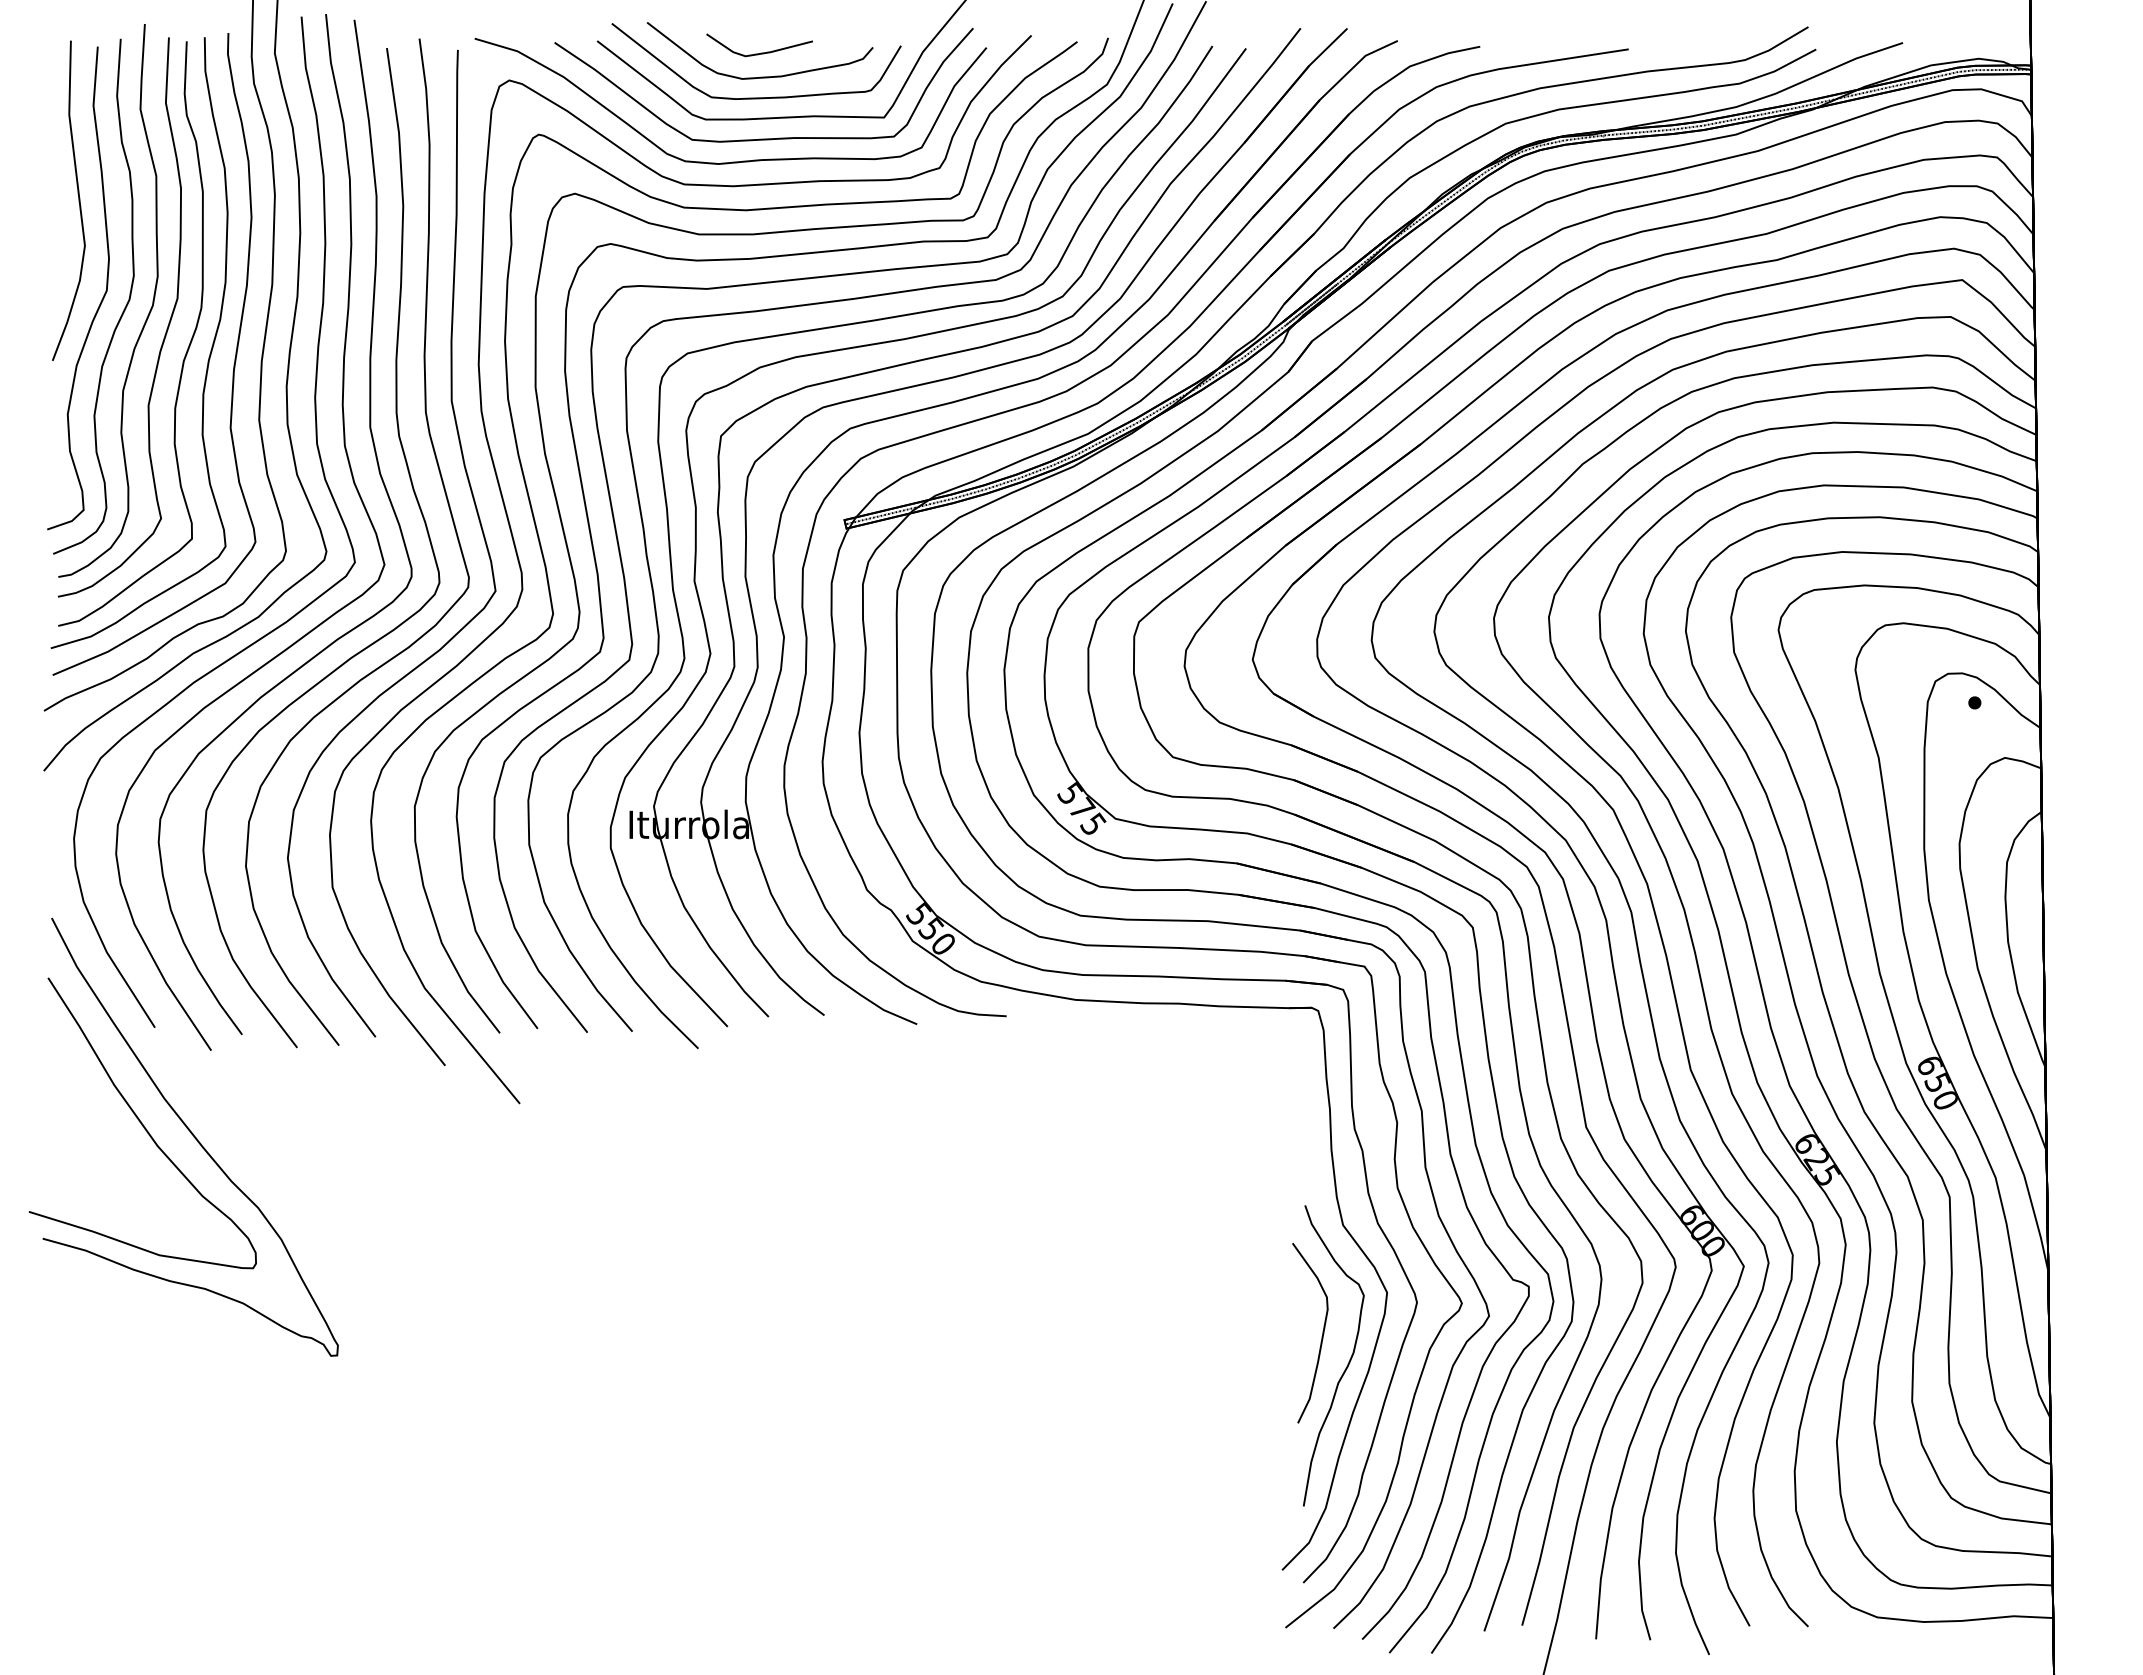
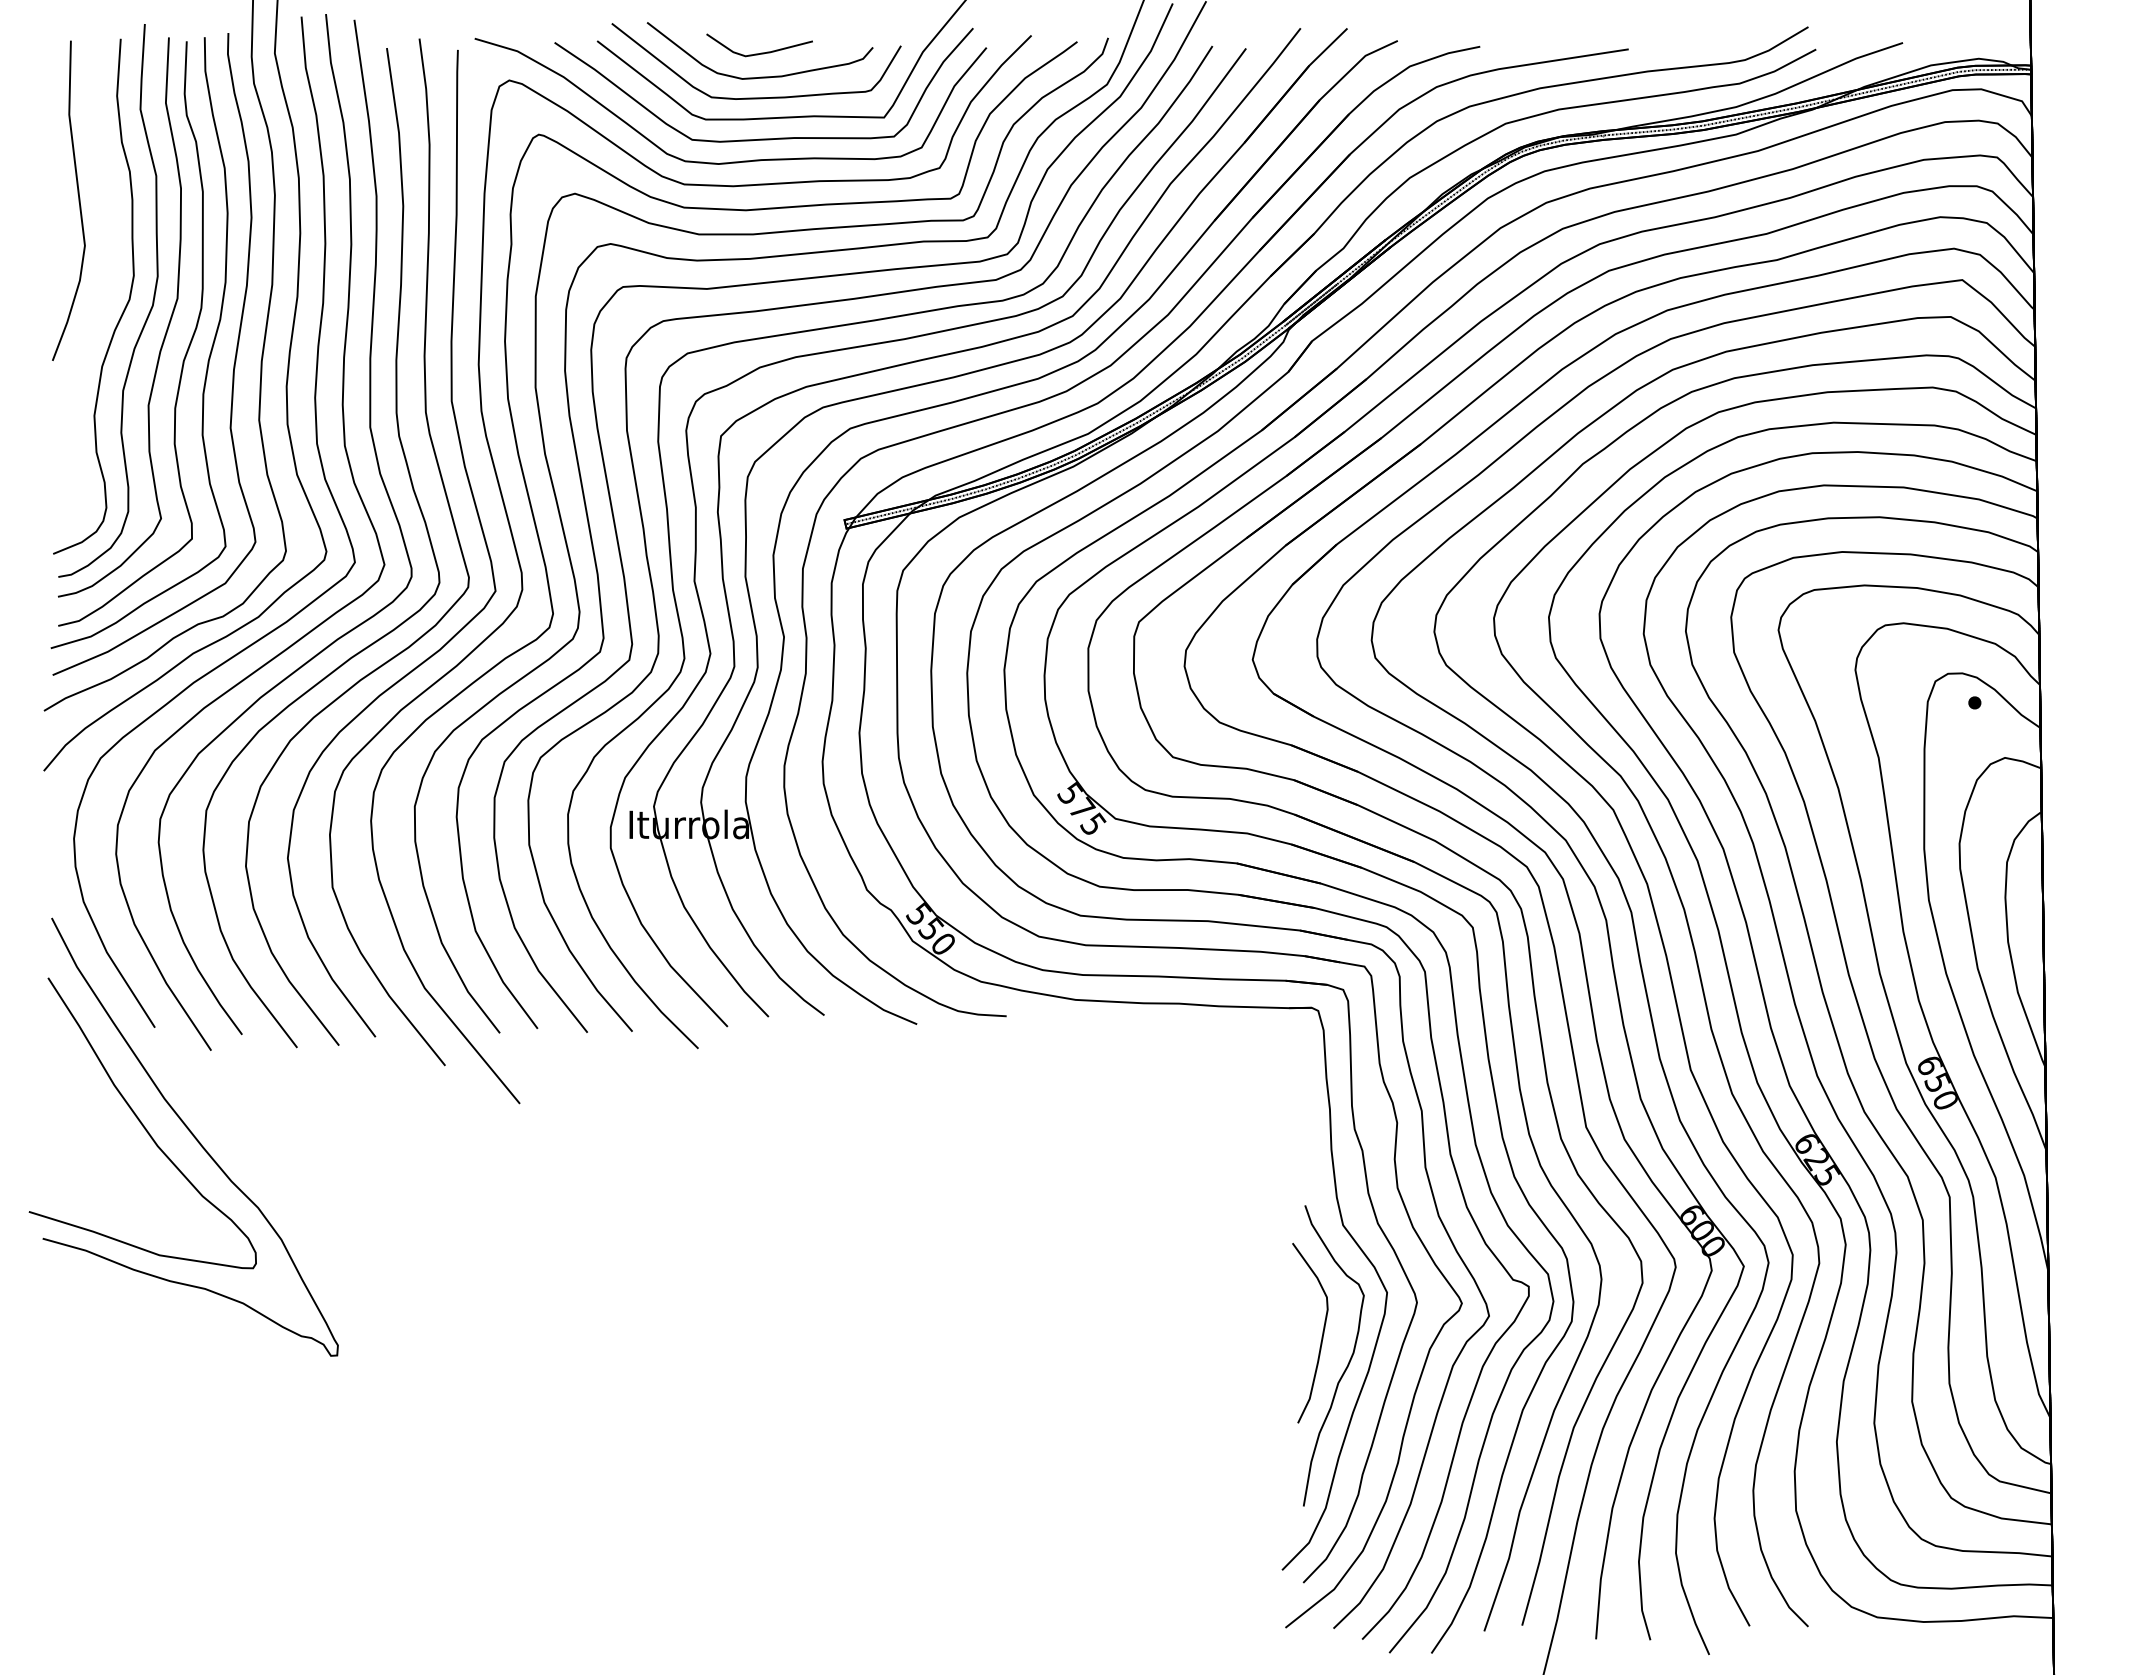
curve at (101, 299): present -> none
